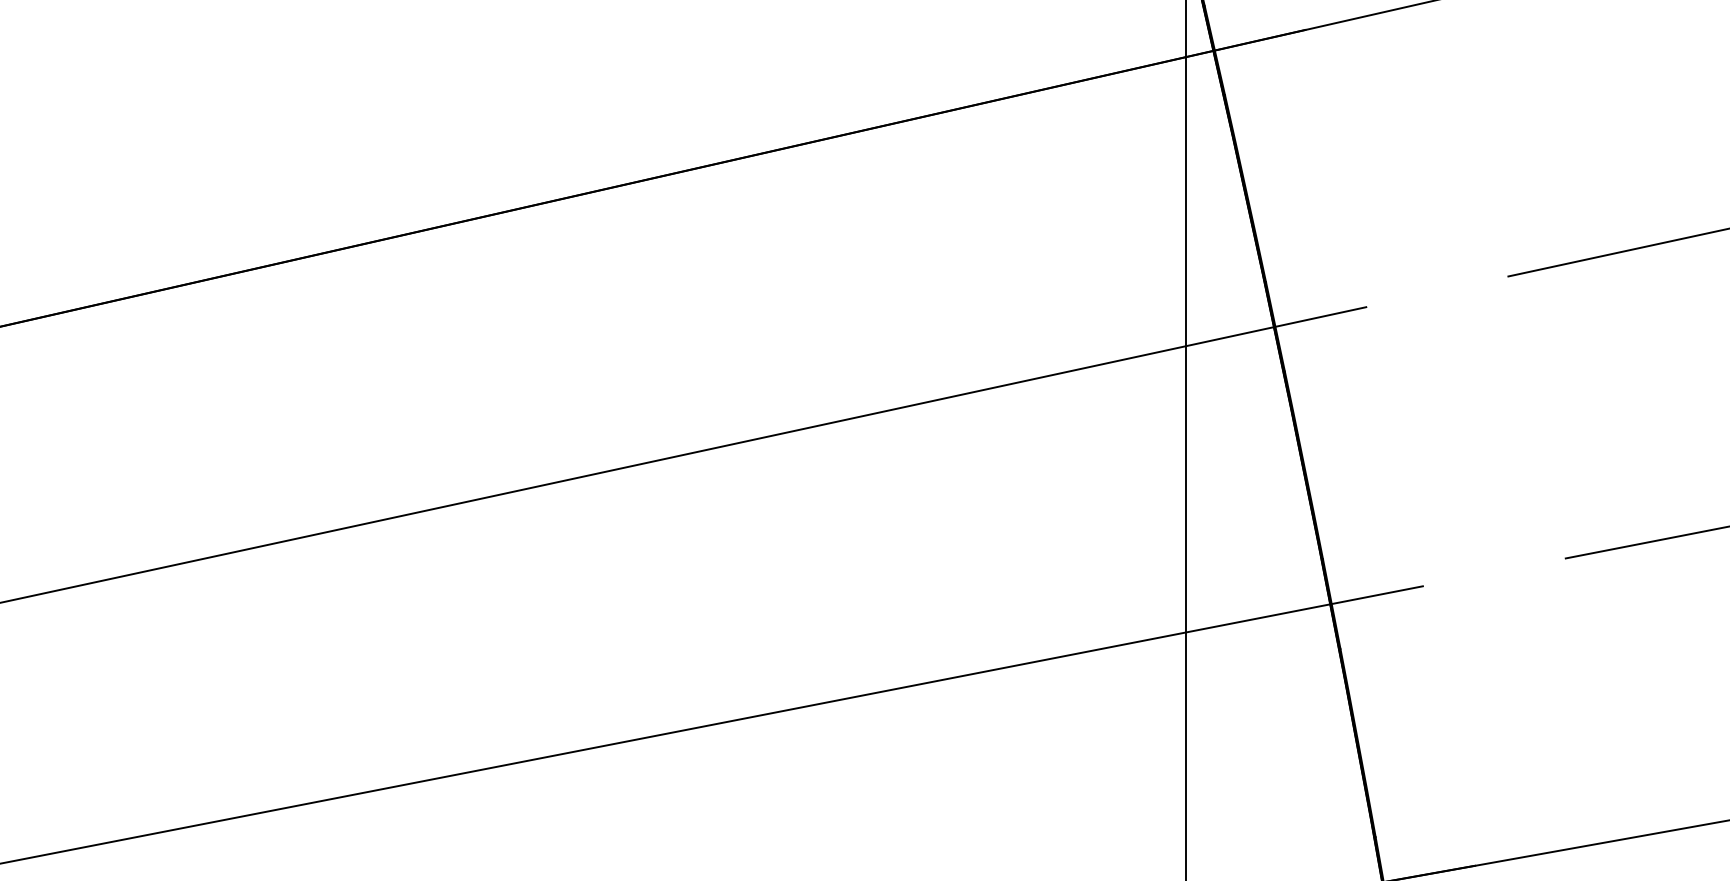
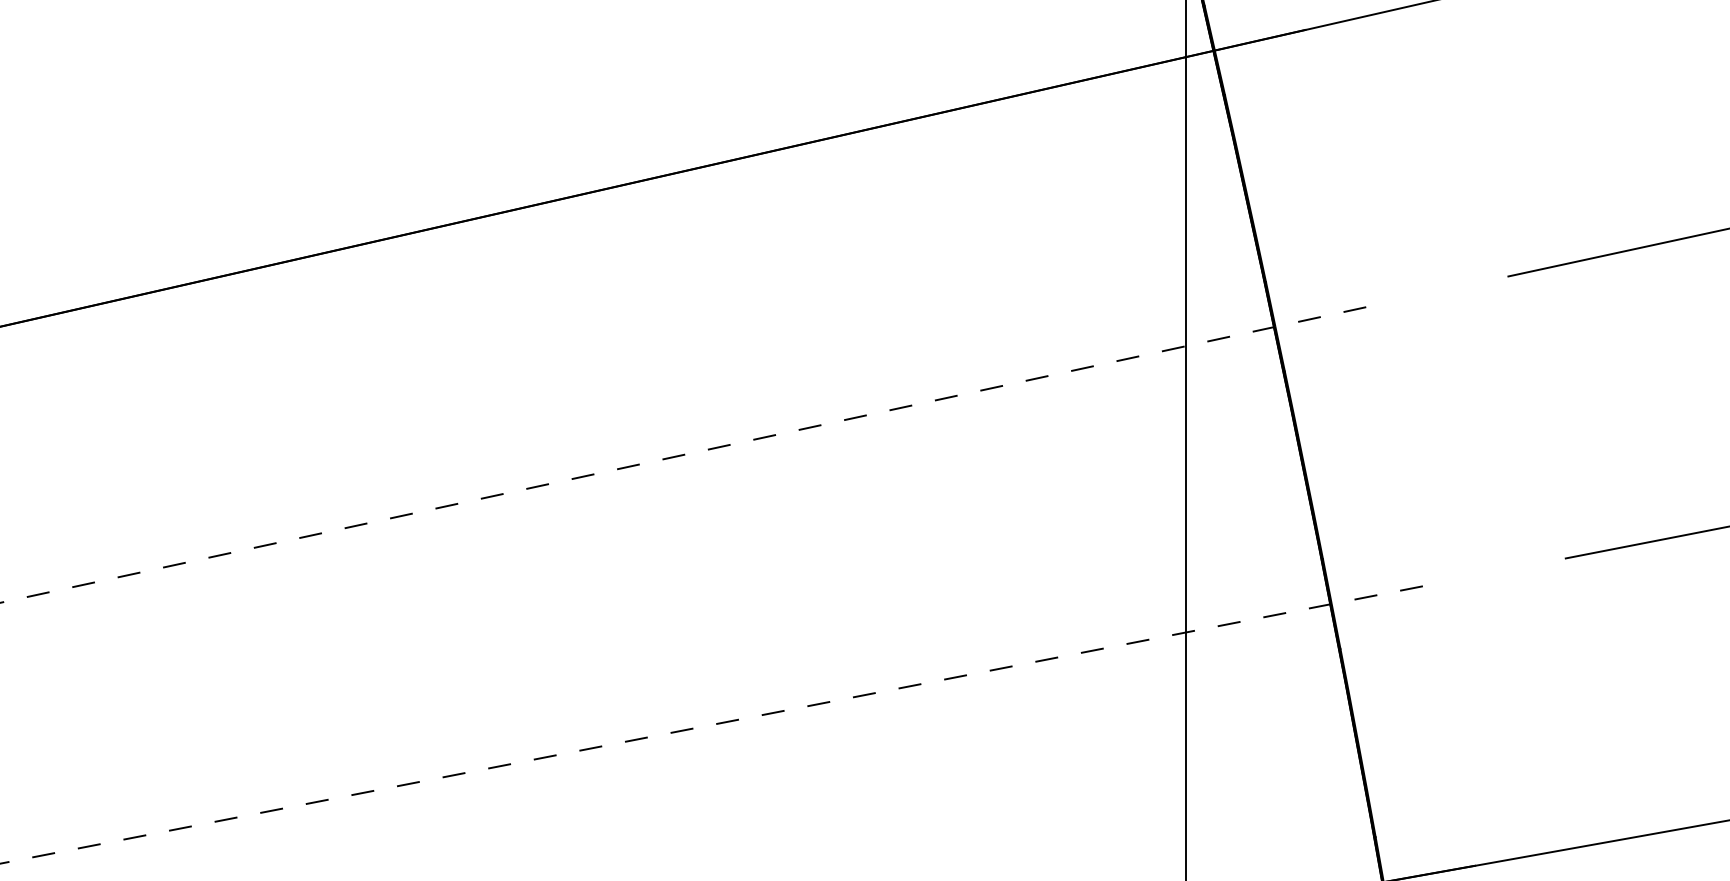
line at (683, 455): solid -> dashed
line at (711, 725): solid -> dashed
